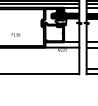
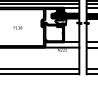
text at (15, 34) position: (15, 34) -> (17, 27)
line at (40, 69): none -> present
